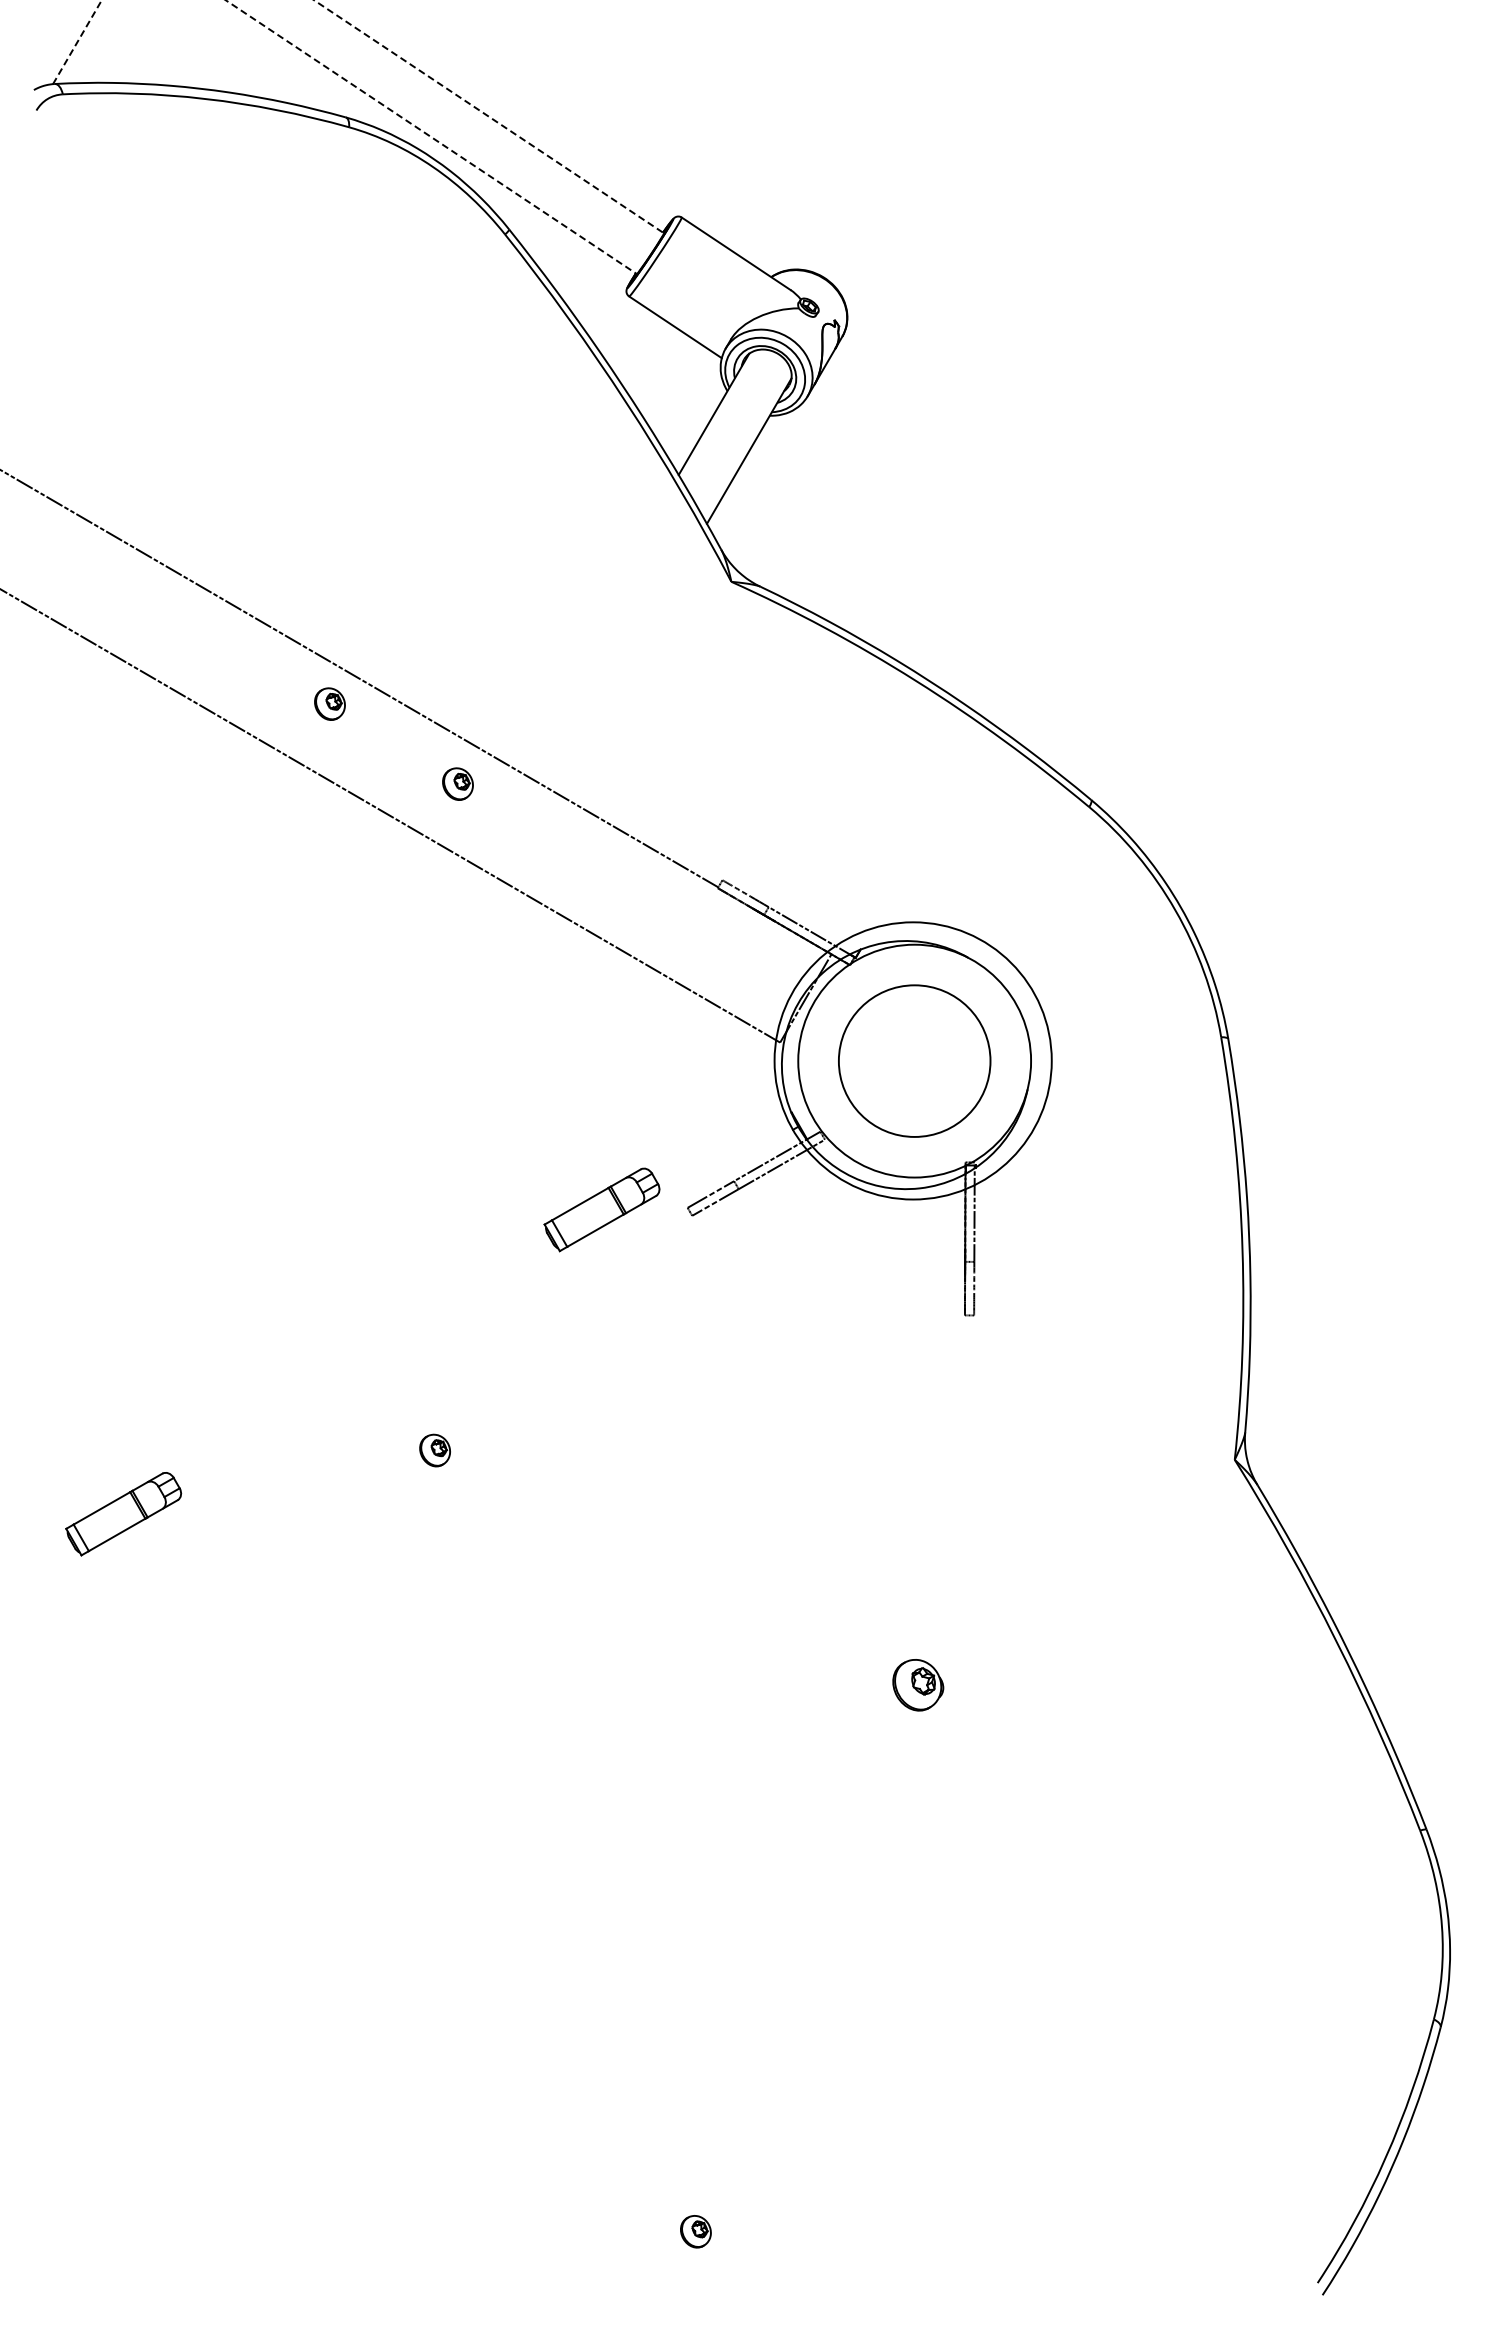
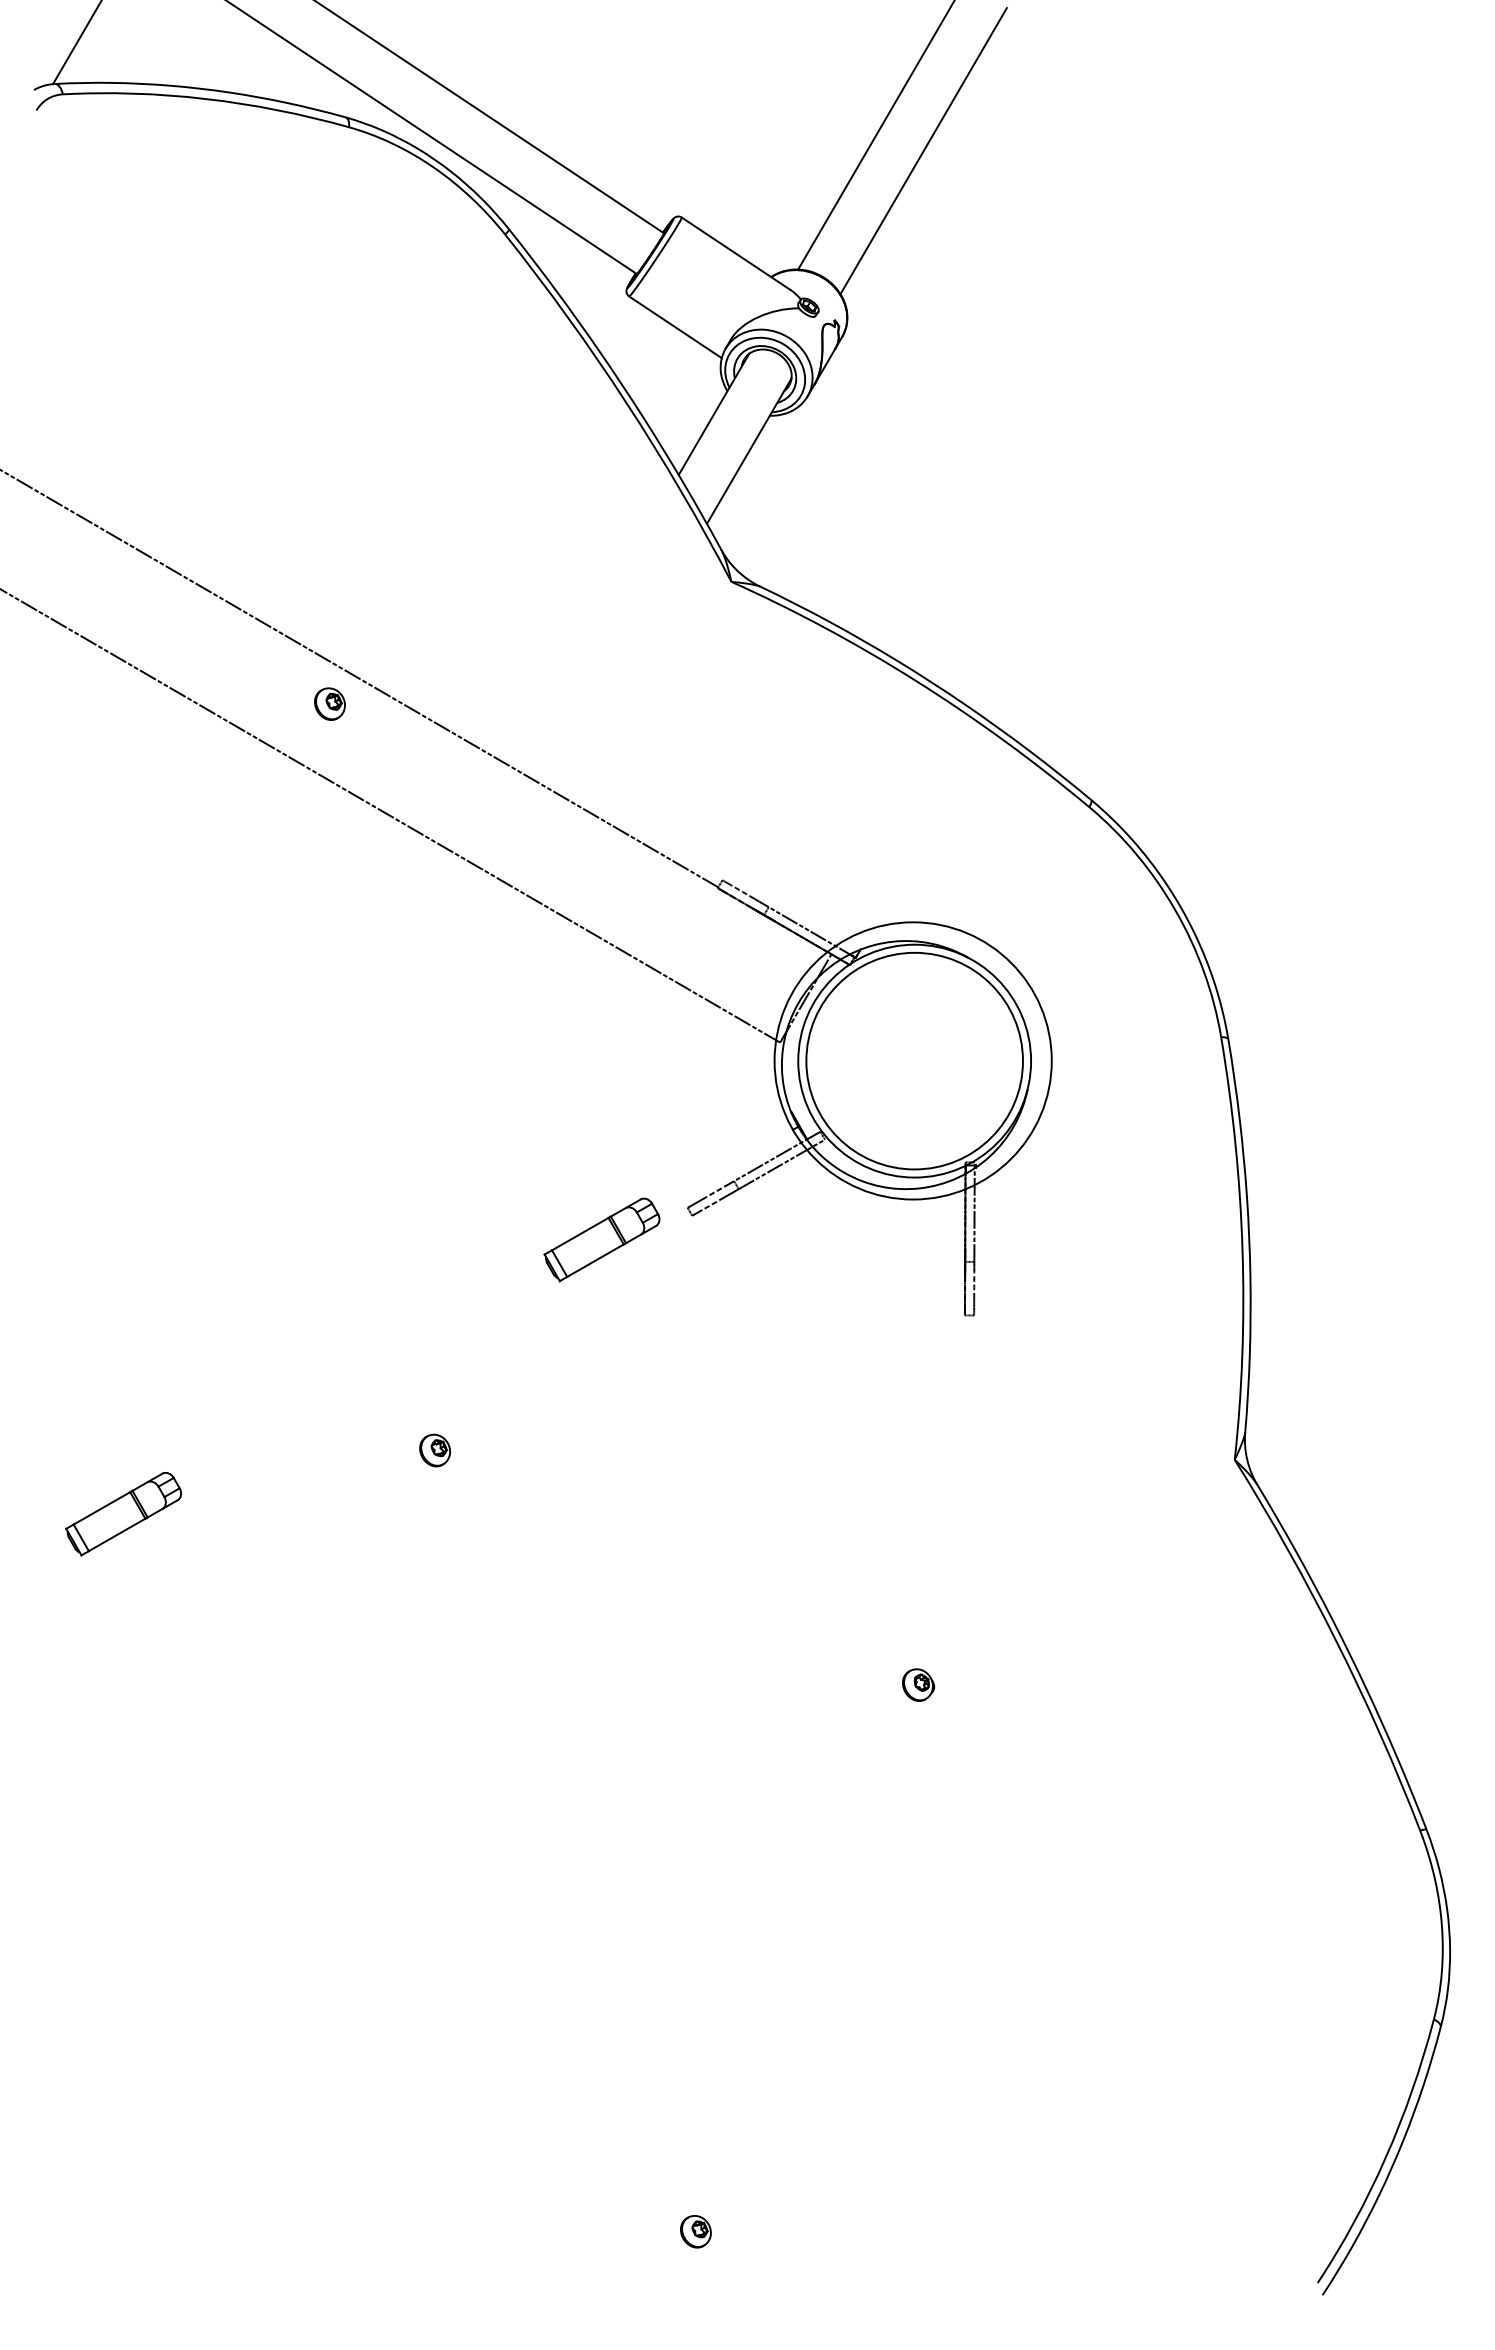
line at (77, 41): dashed -> solid
line at (489, 116): dashed -> solid
line at (875, 135): none -> present
line at (431, 137): dashed -> solid
line at (923, 151): none -> present
part at (457, 783): present -> none
circle at (914, 1060) diameter: 152 px -> 217 px
part at (601, 1209) position: (601, 1209) -> (601, 1239)
part at (918, 1685) size: 53x53 px -> 34x34 px
